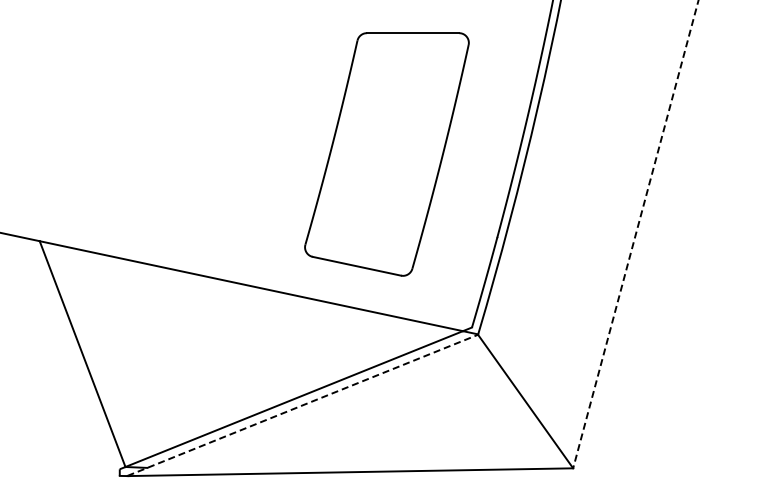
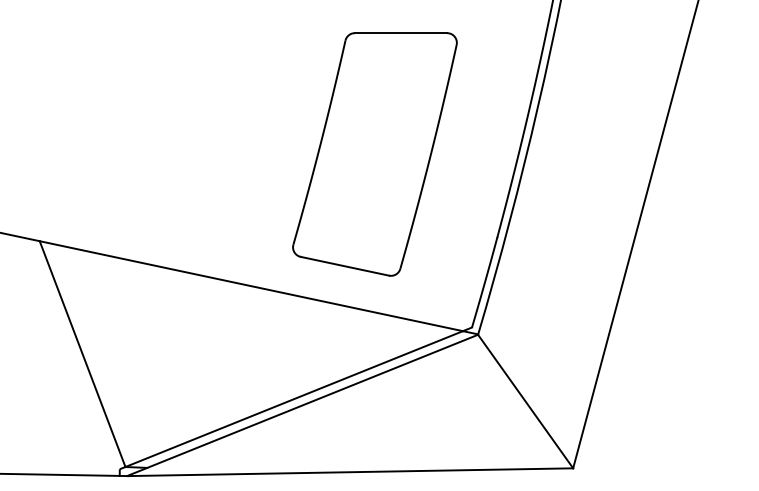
part at (386, 154) position: (386, 154) -> (374, 154)
line at (635, 234): dashed -> solid
line at (302, 405): dashed -> solid
line at (60, 474): none -> present
